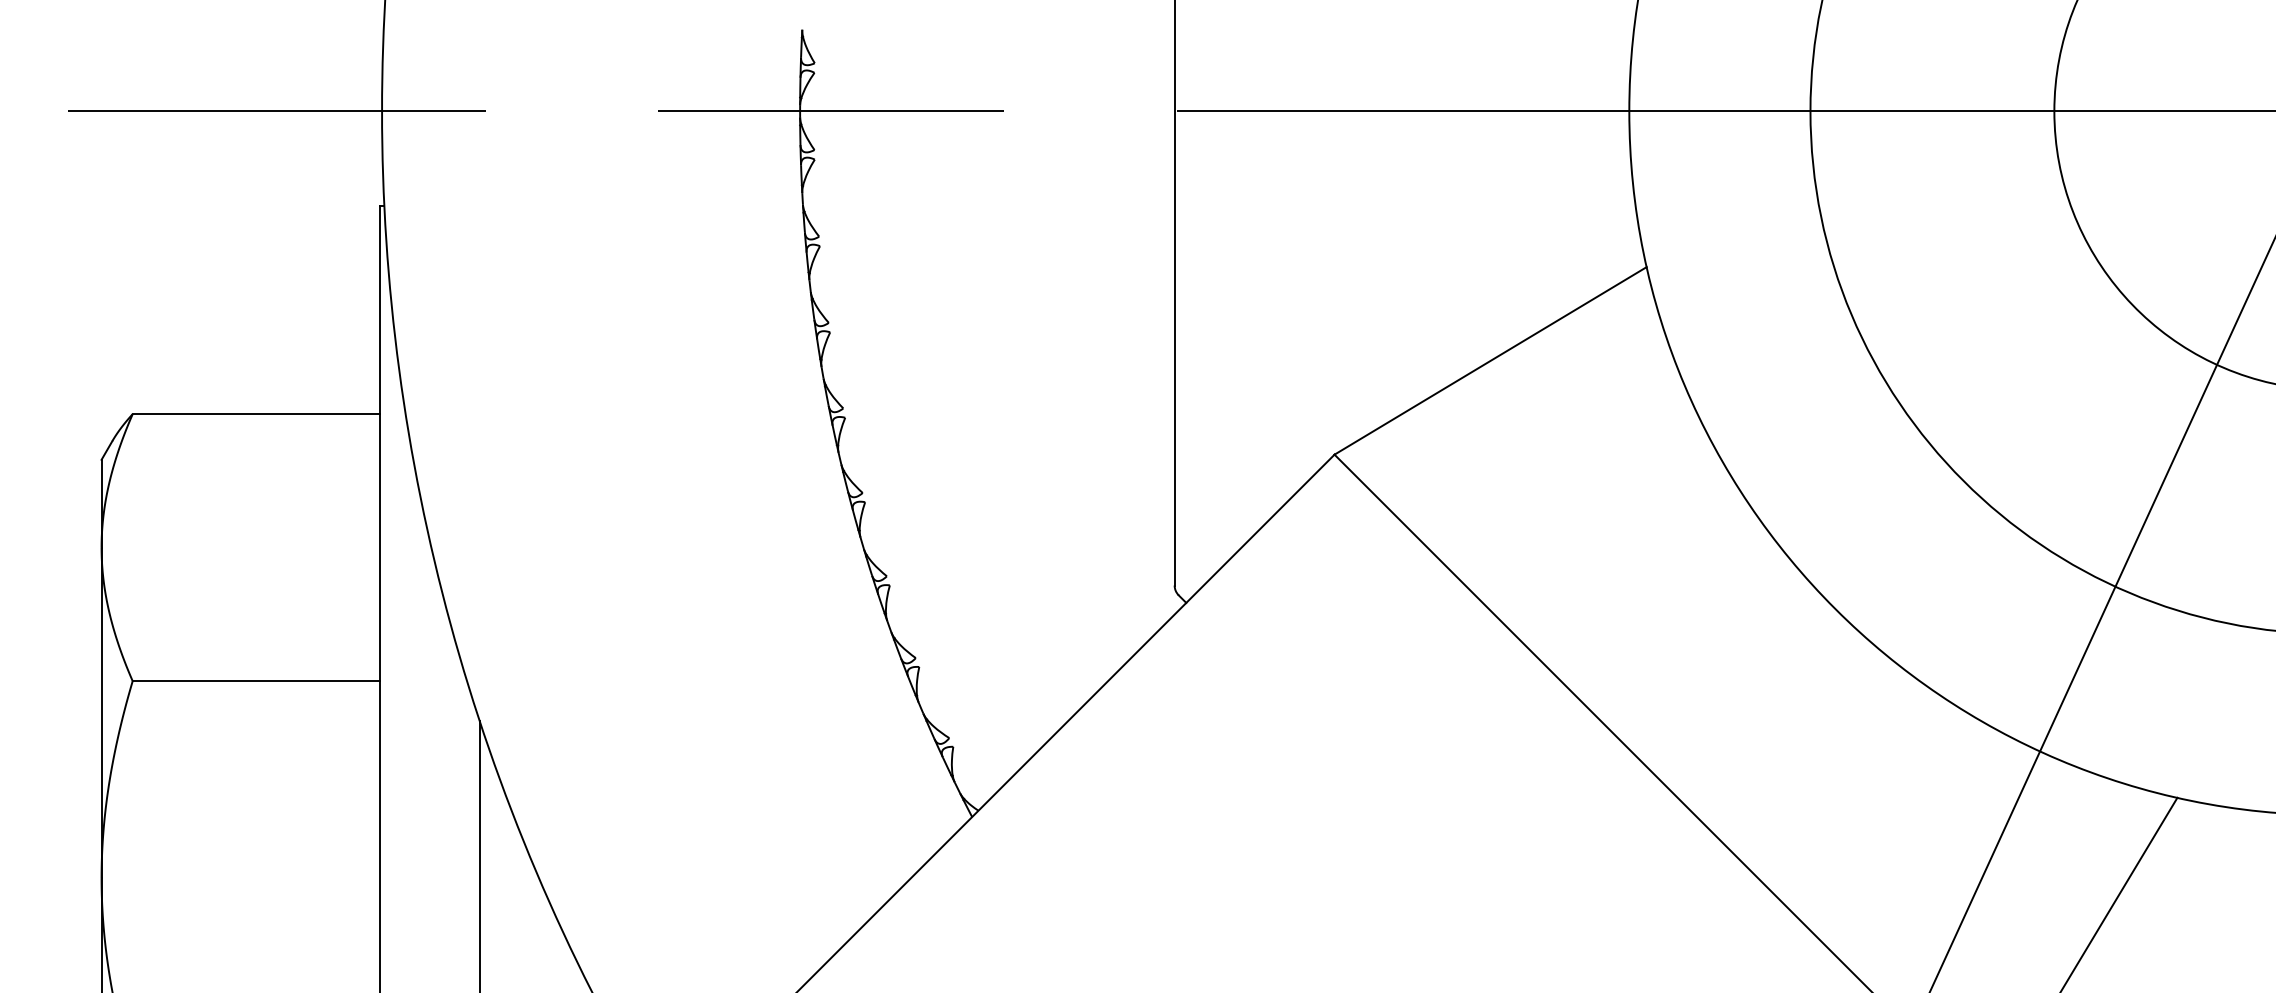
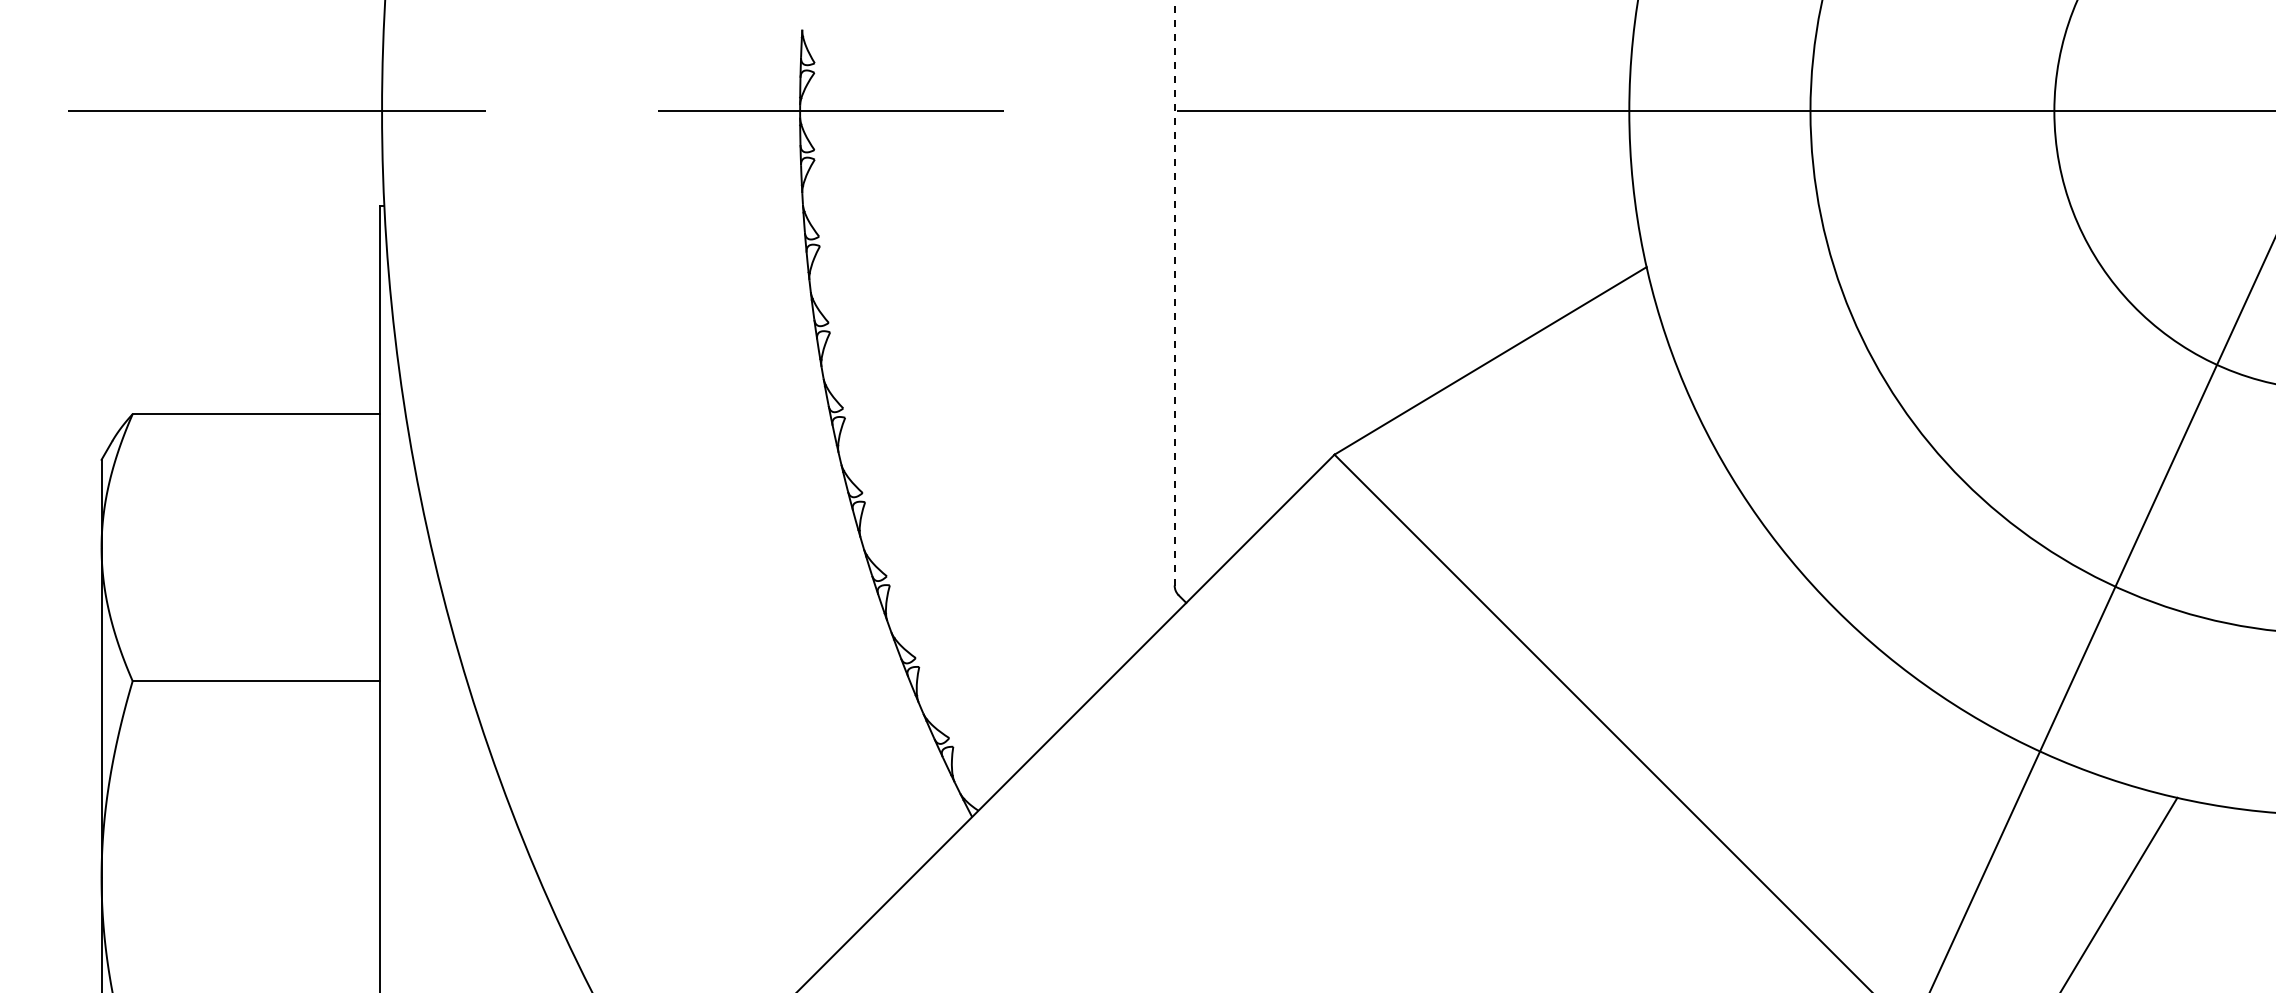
line at (1174, 292): solid -> dashed
line at (479, 854): present -> none
